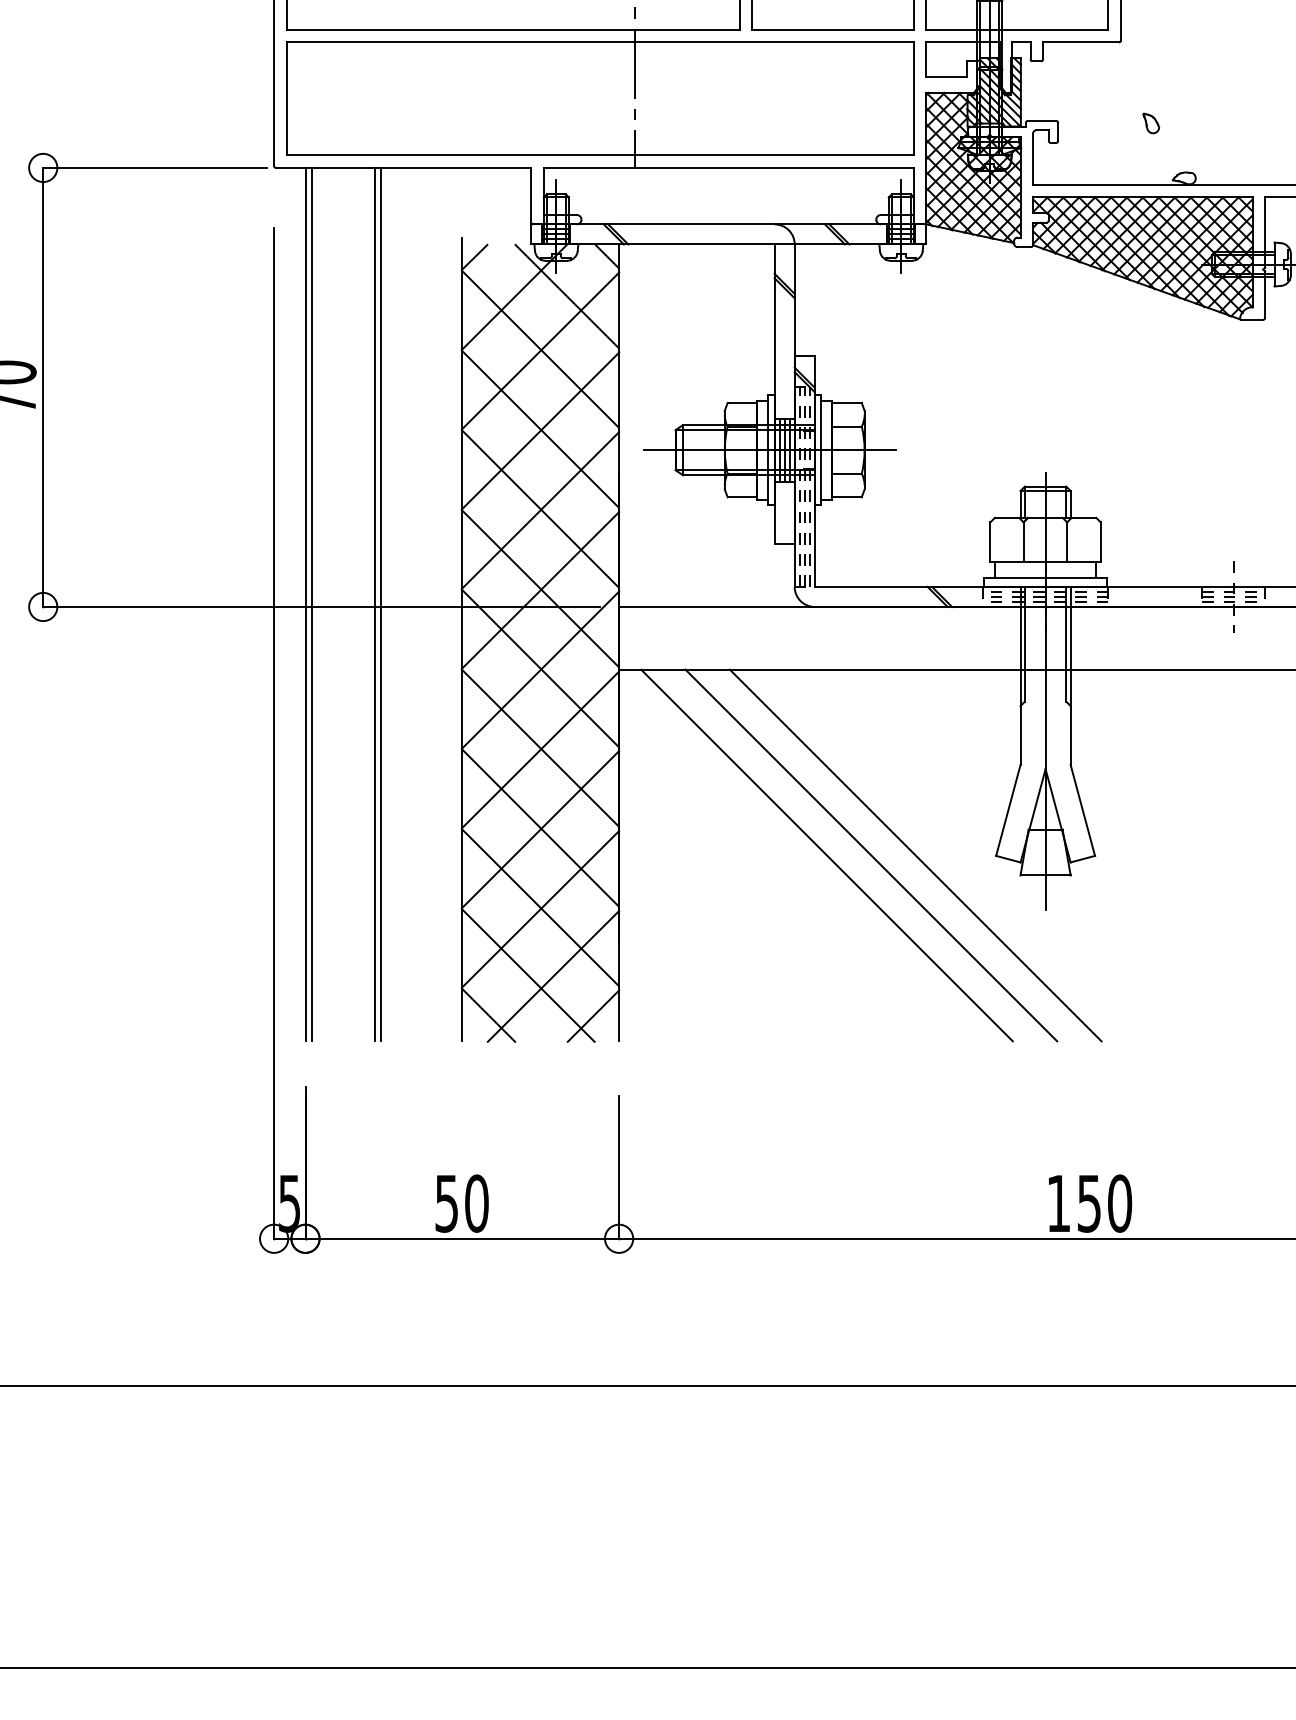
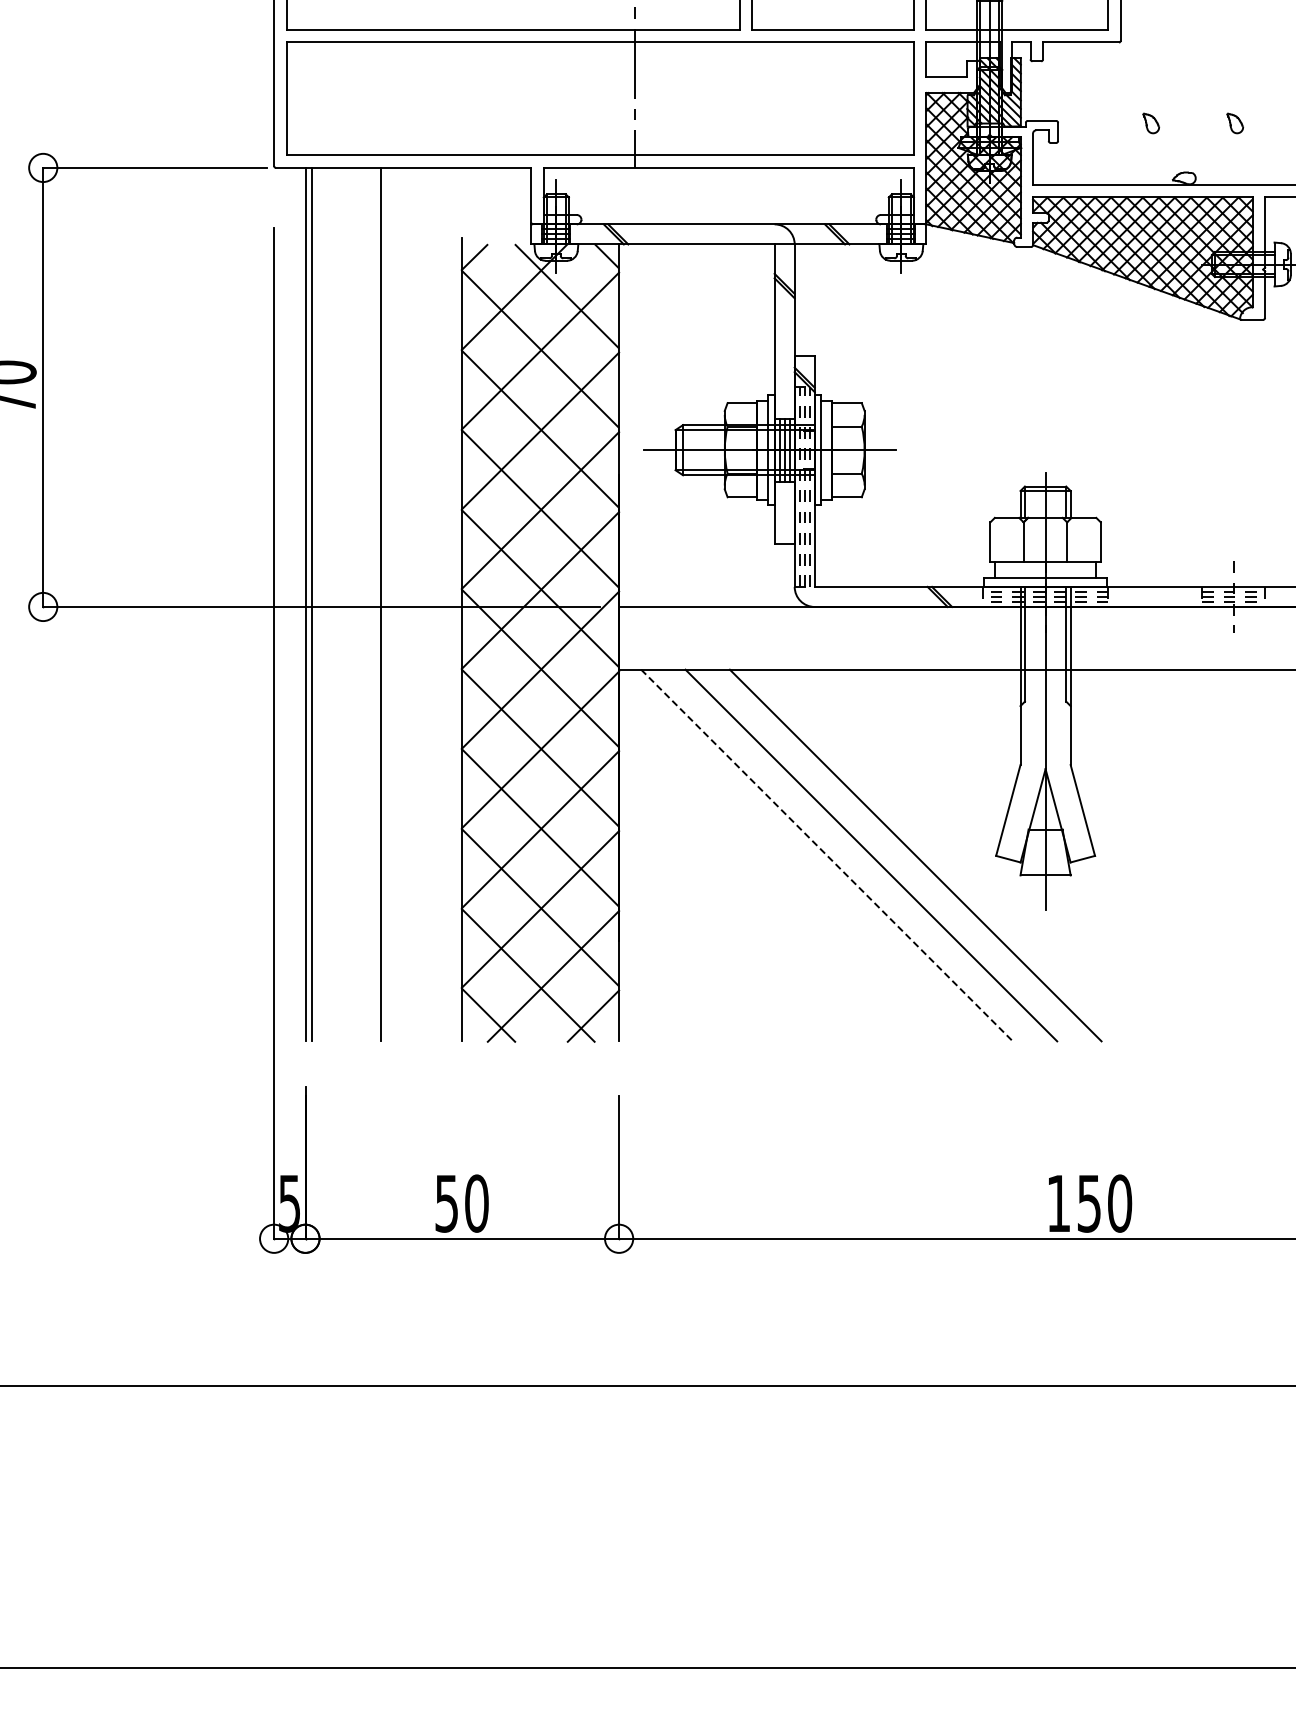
part at (1235, 123): none -> present
line at (374, 604): present -> none
line at (827, 855): solid -> dashed
